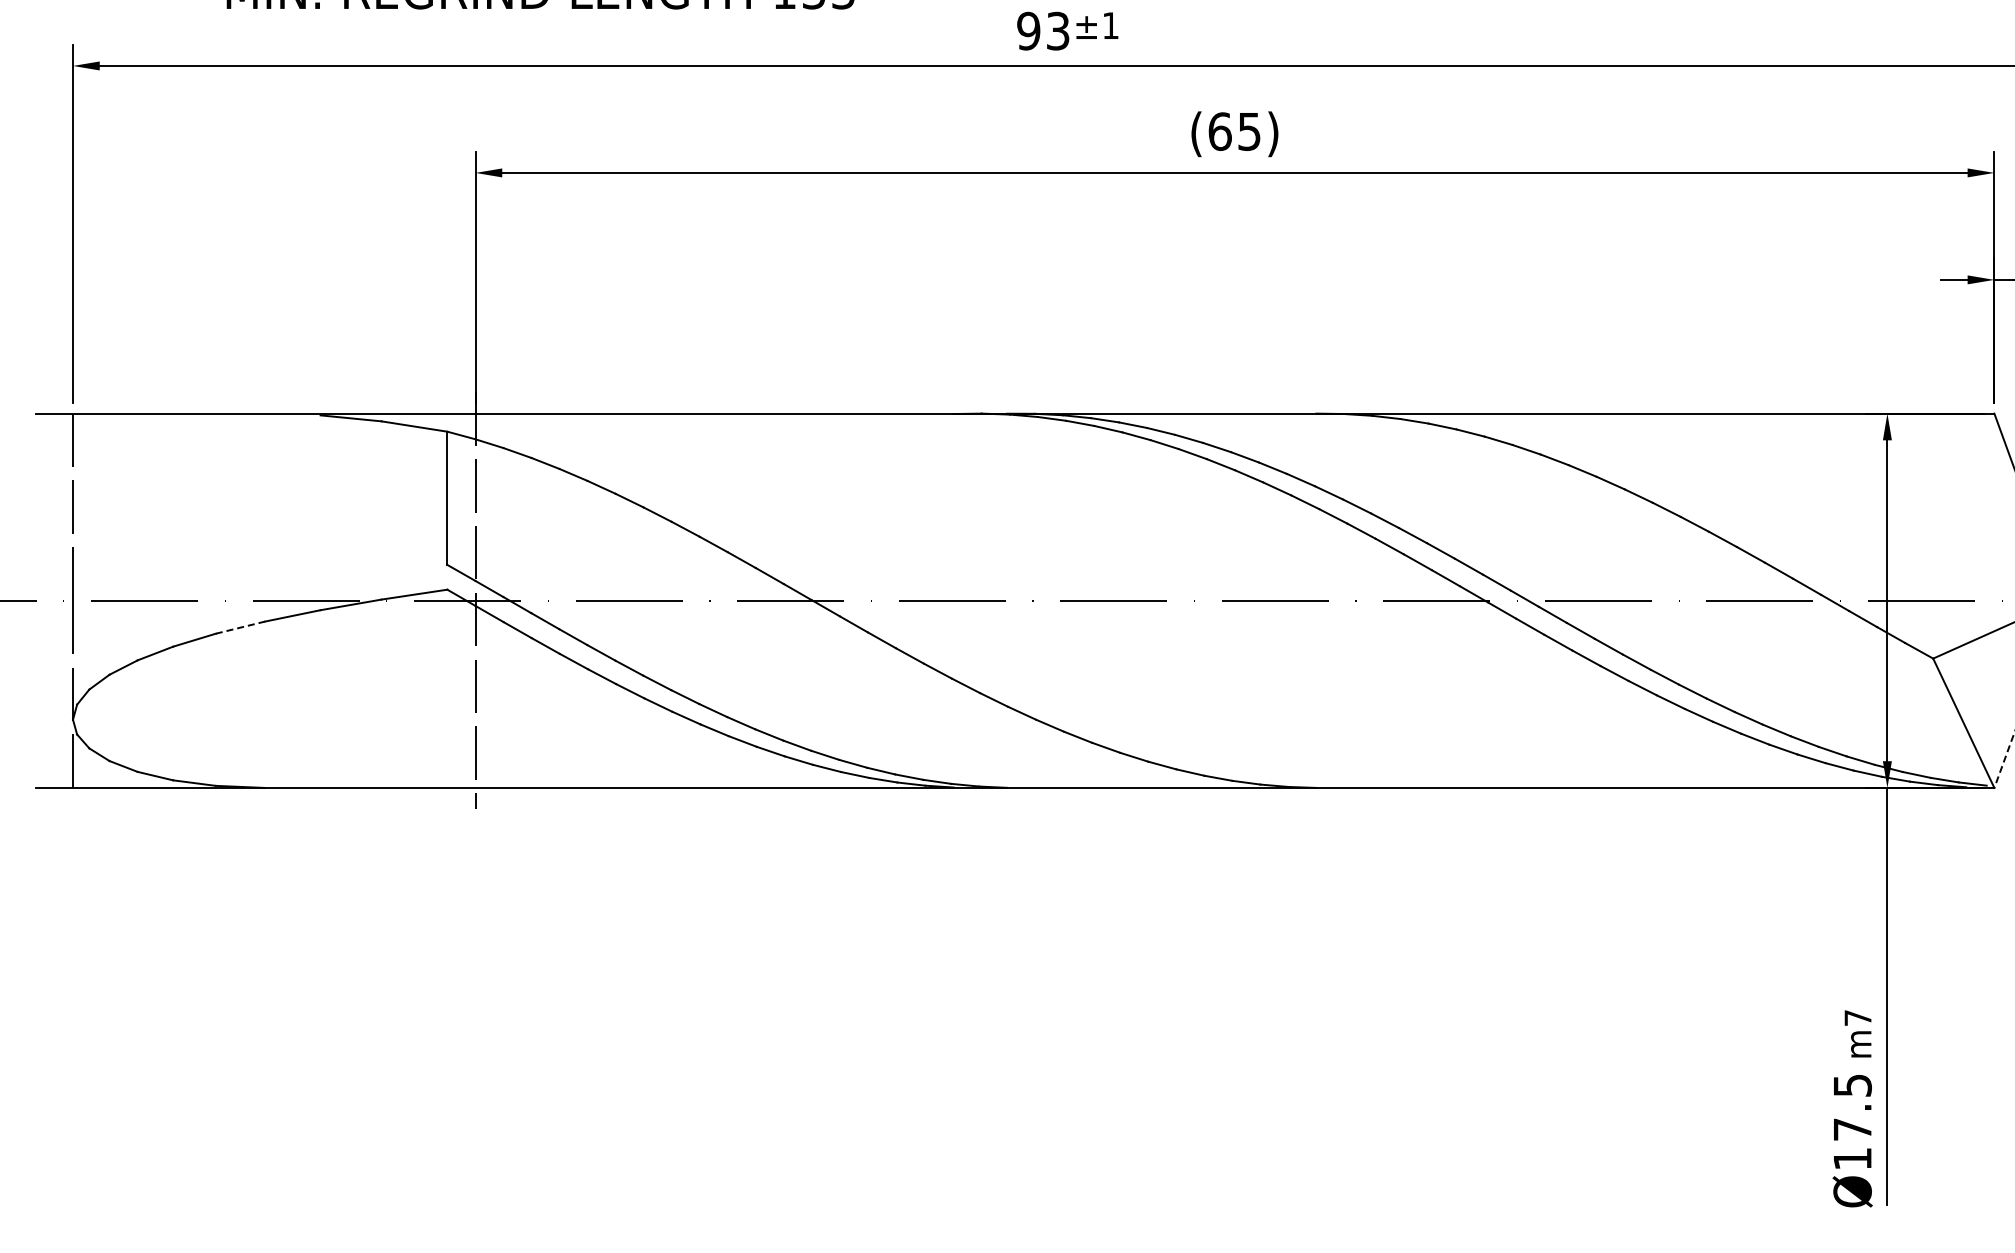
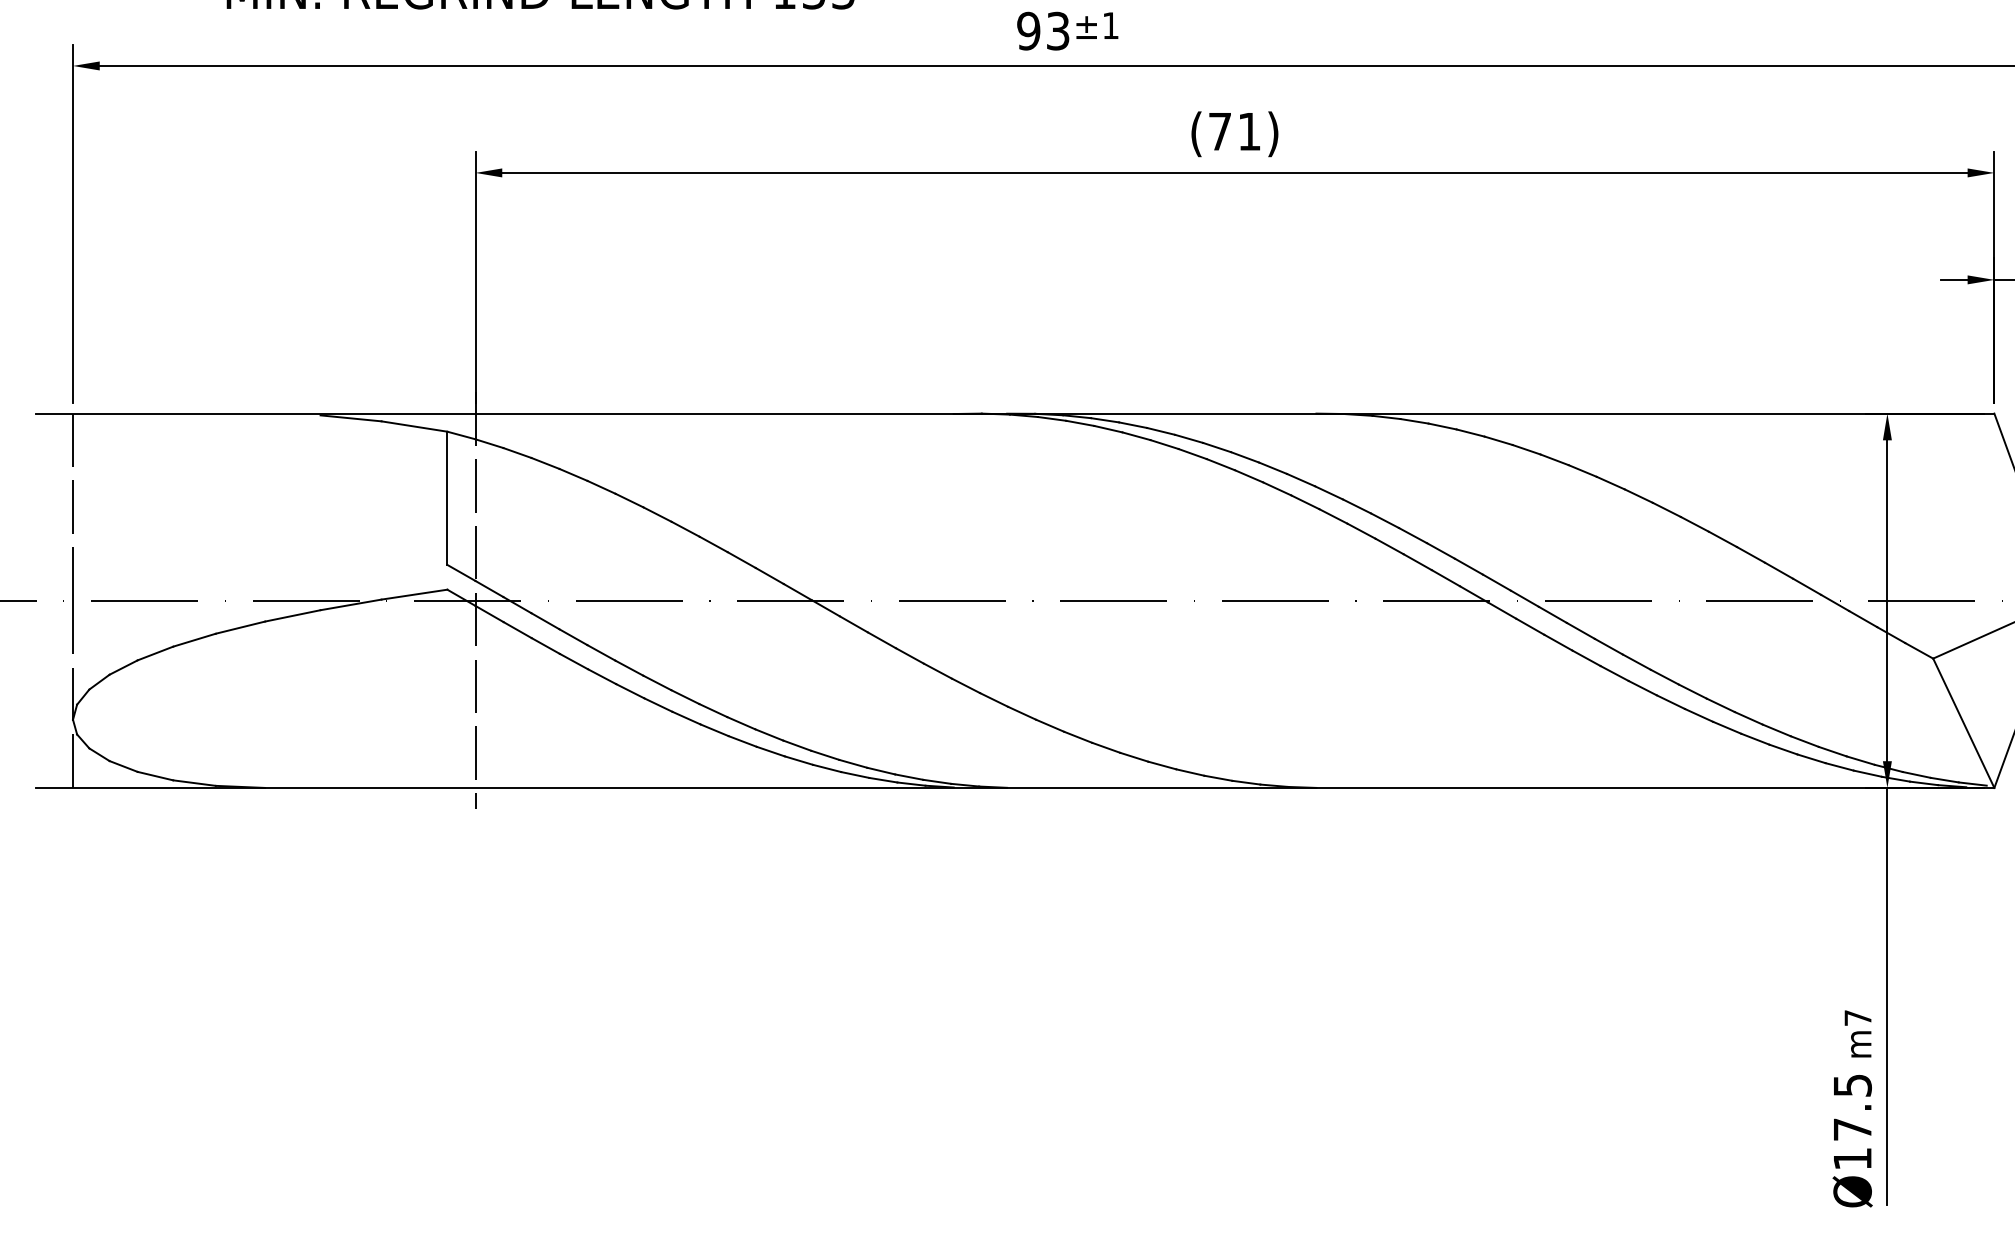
text at (1234, 131): (65) -> (71)
line at (240, 627): dashed -> solid
line at (2004, 759): dashed -> solid
